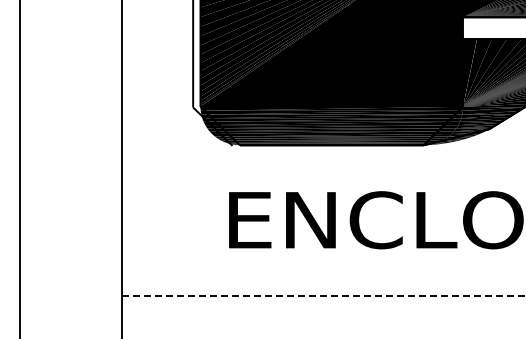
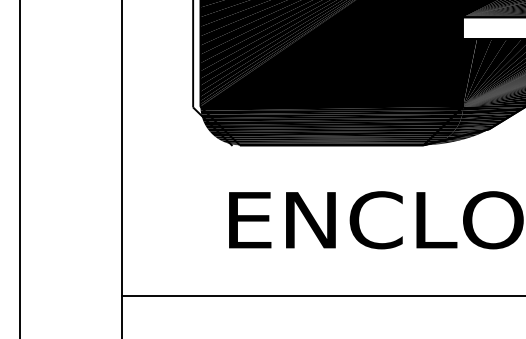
line at (323, 295): dashed -> solid
